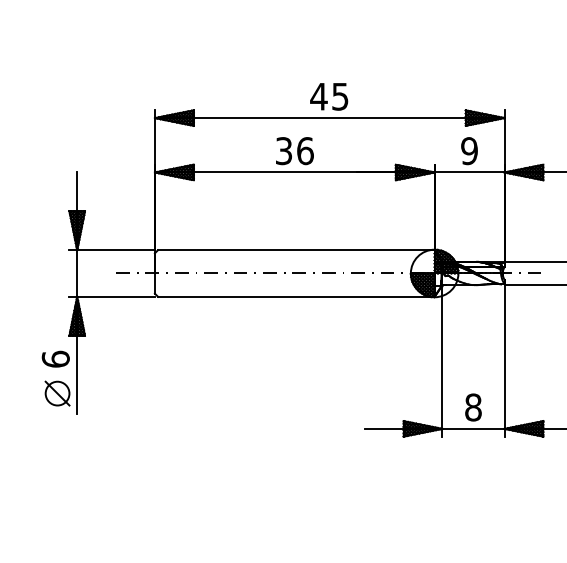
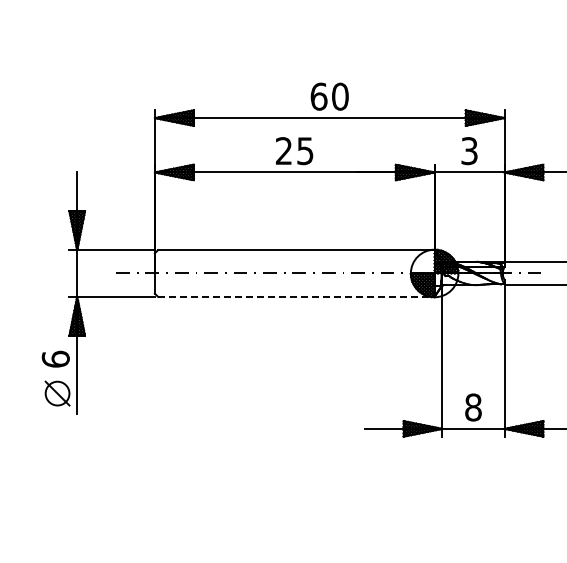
text at (329, 96): 45 -> 60
text at (469, 150): 9 -> 3
text at (294, 151): 36 -> 25
line at (296, 296): solid -> dashed
